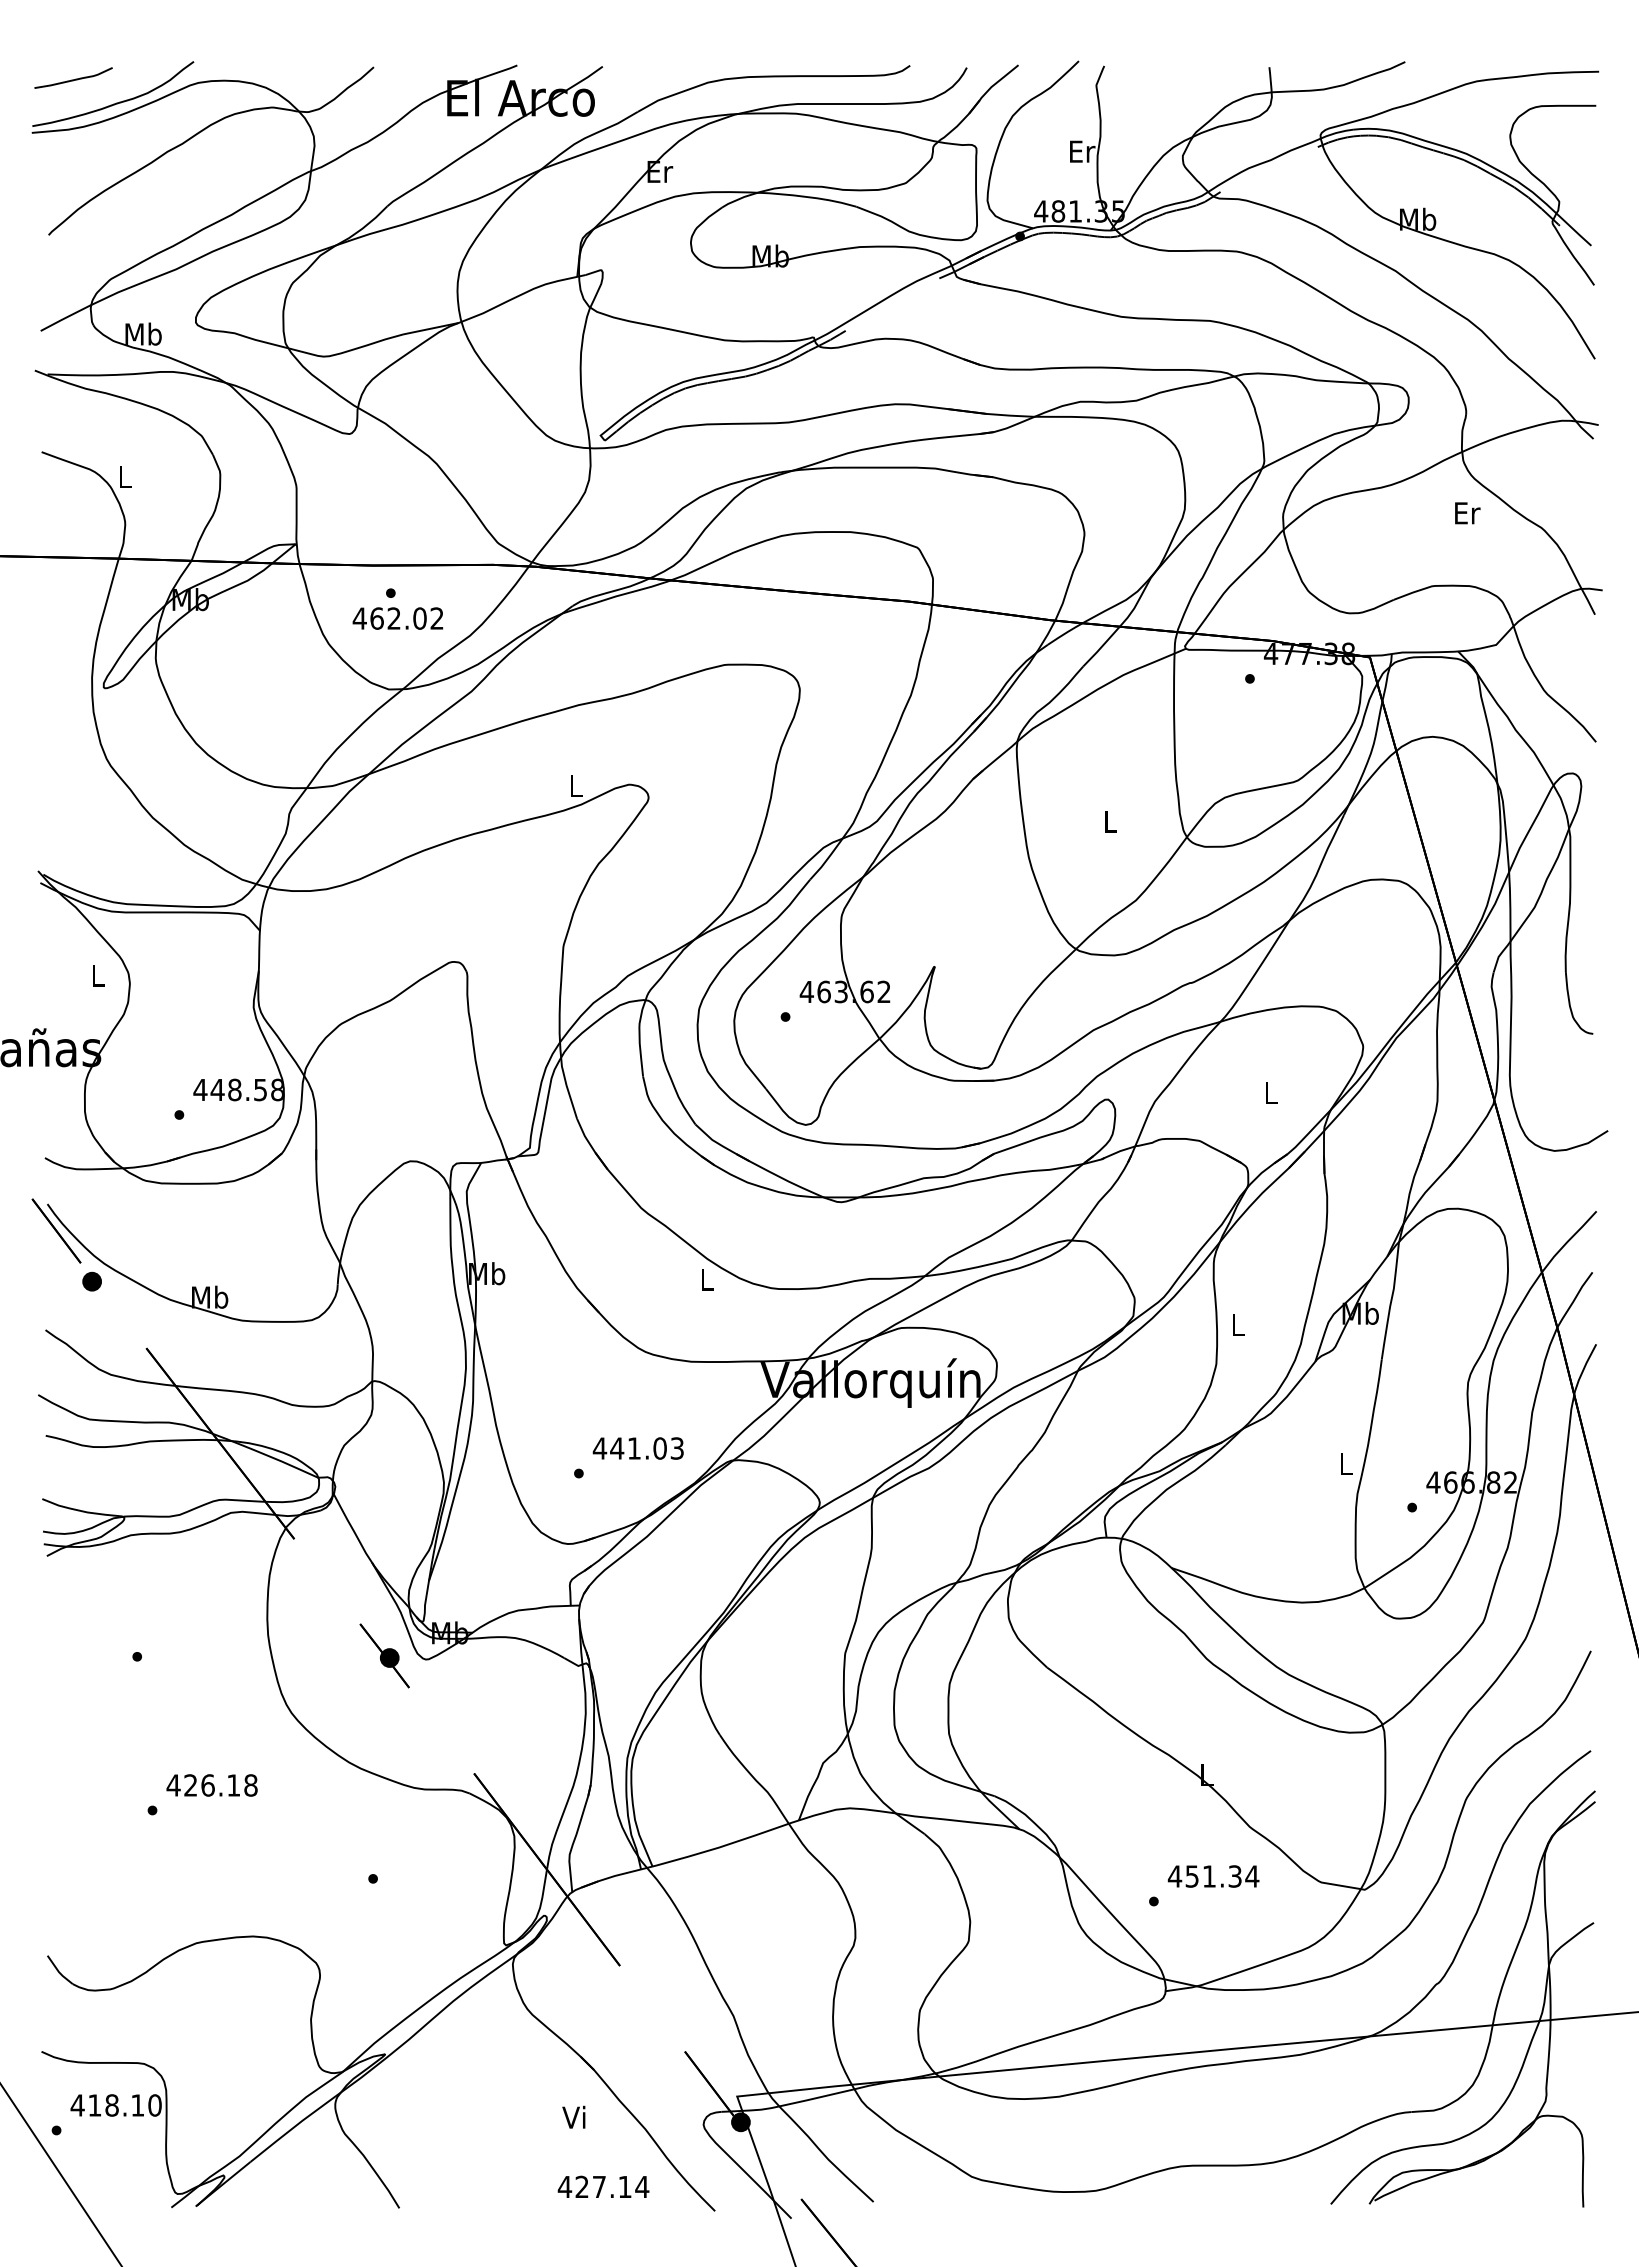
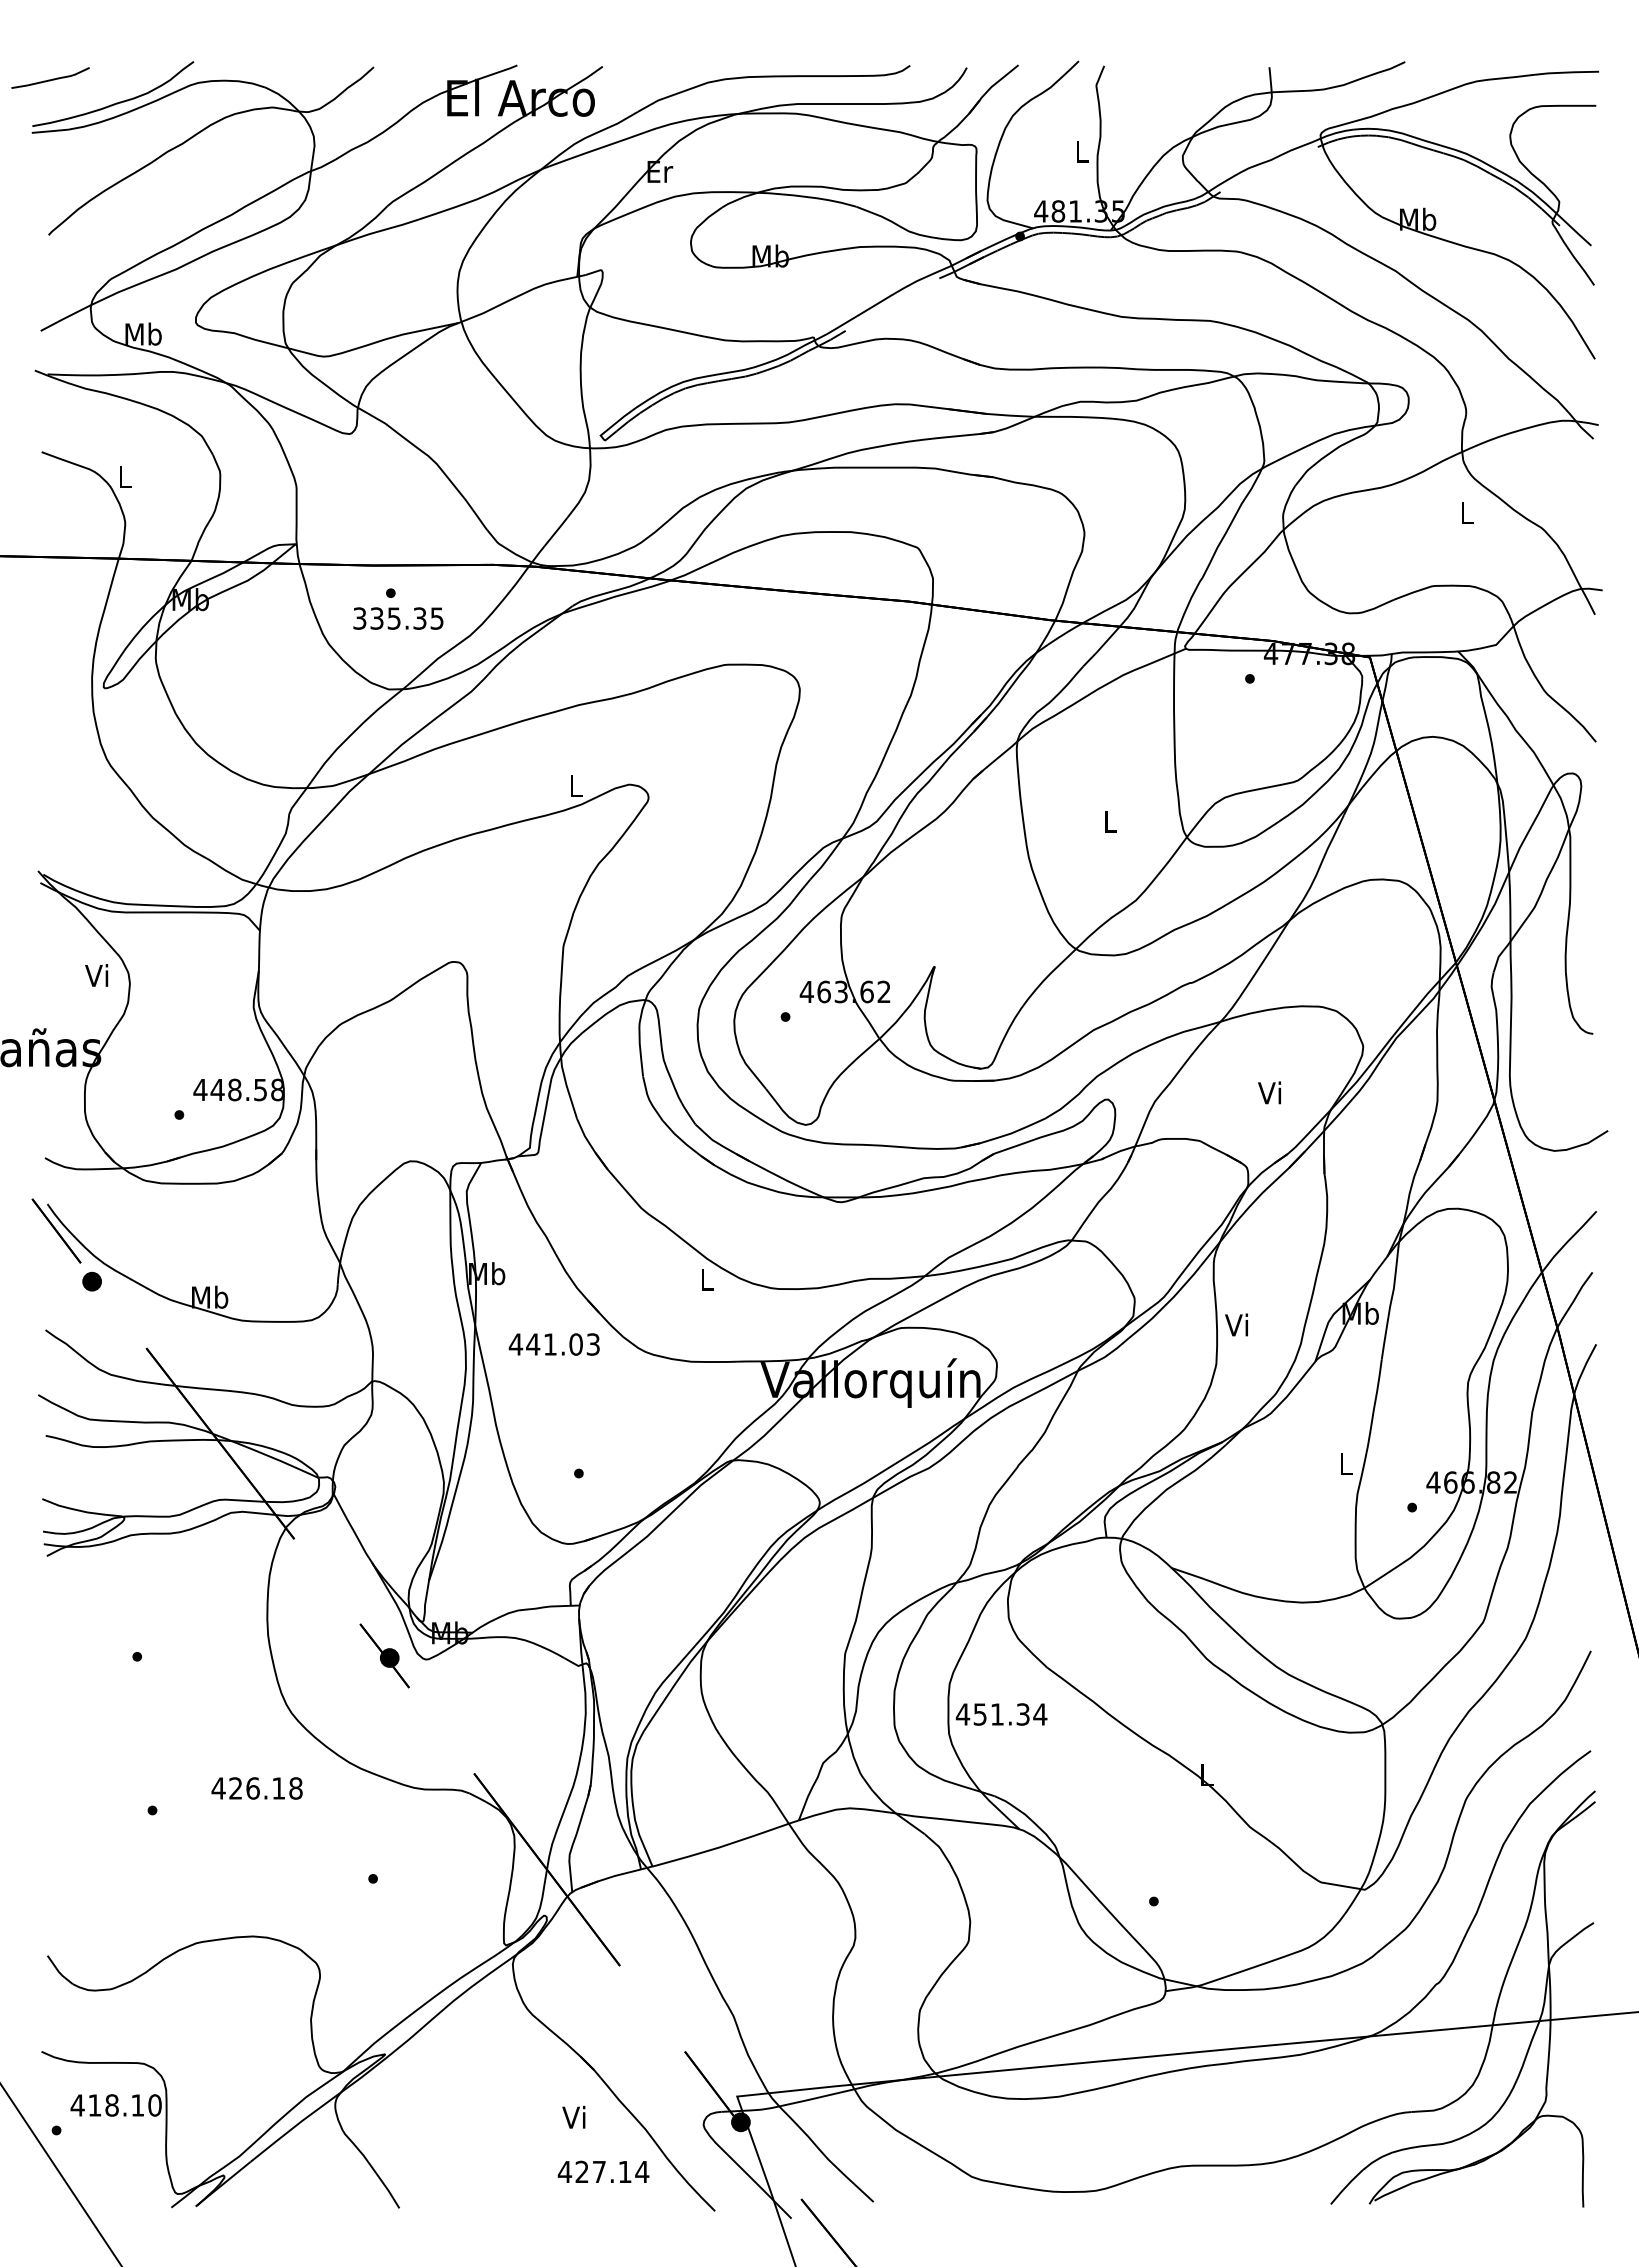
curve at (73, 79) position: (73, 79) -> (50, 79)
text at (1082, 151): Er -> L
text at (1467, 513): Er -> L
text at (397, 618): 462.02 -> 335.35
text at (96, 975): L -> Vi
text at (1269, 1092): L -> Vi
text at (1236, 1324): L -> Vi
text at (637, 1448) position: (637, 1448) -> (553, 1344)
text at (211, 1785) position: (211, 1785) -> (256, 1788)
text at (1213, 1876) position: (1213, 1876) -> (1001, 1714)
text at (603, 2186) position: (603, 2186) -> (603, 2171)
